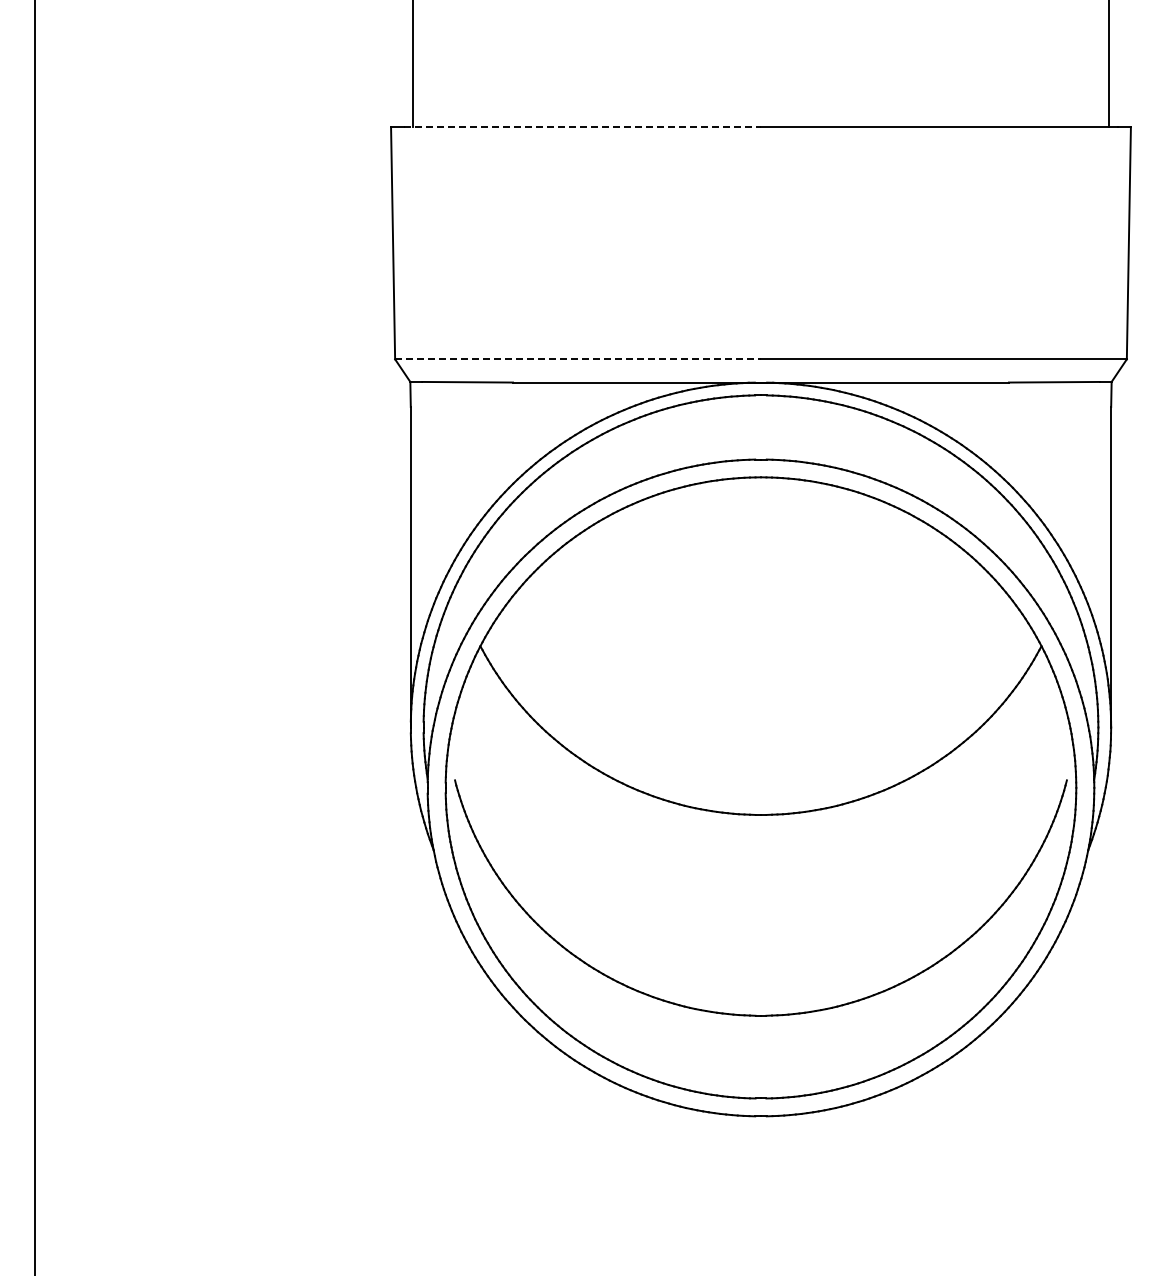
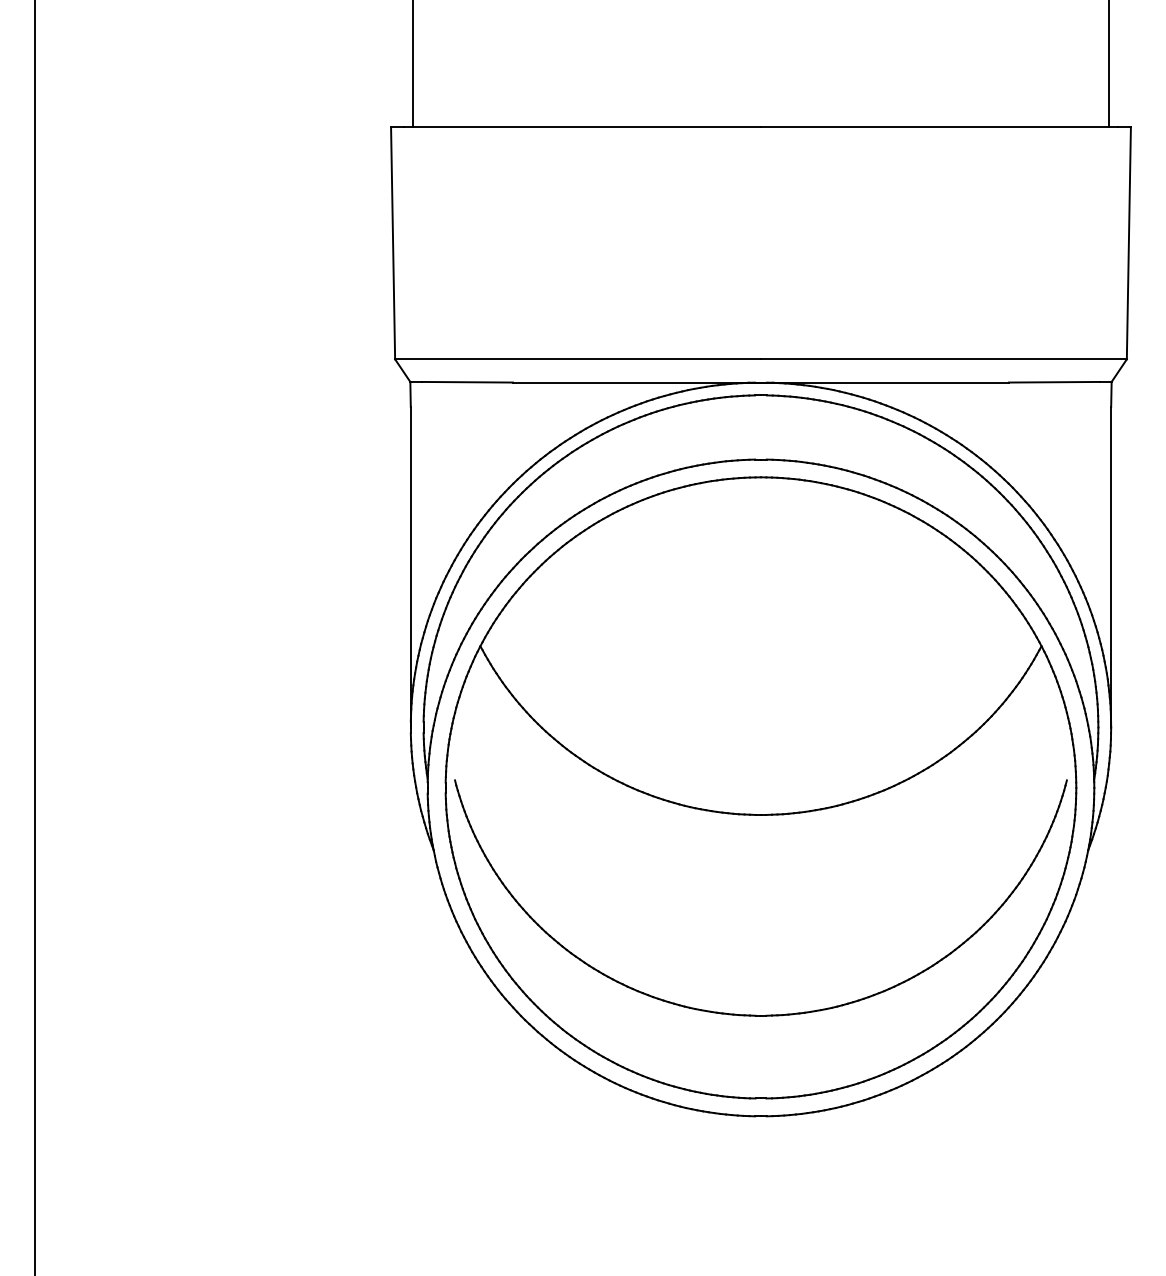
line at (582, 127): dashed -> solid
line at (578, 359): dashed -> solid
